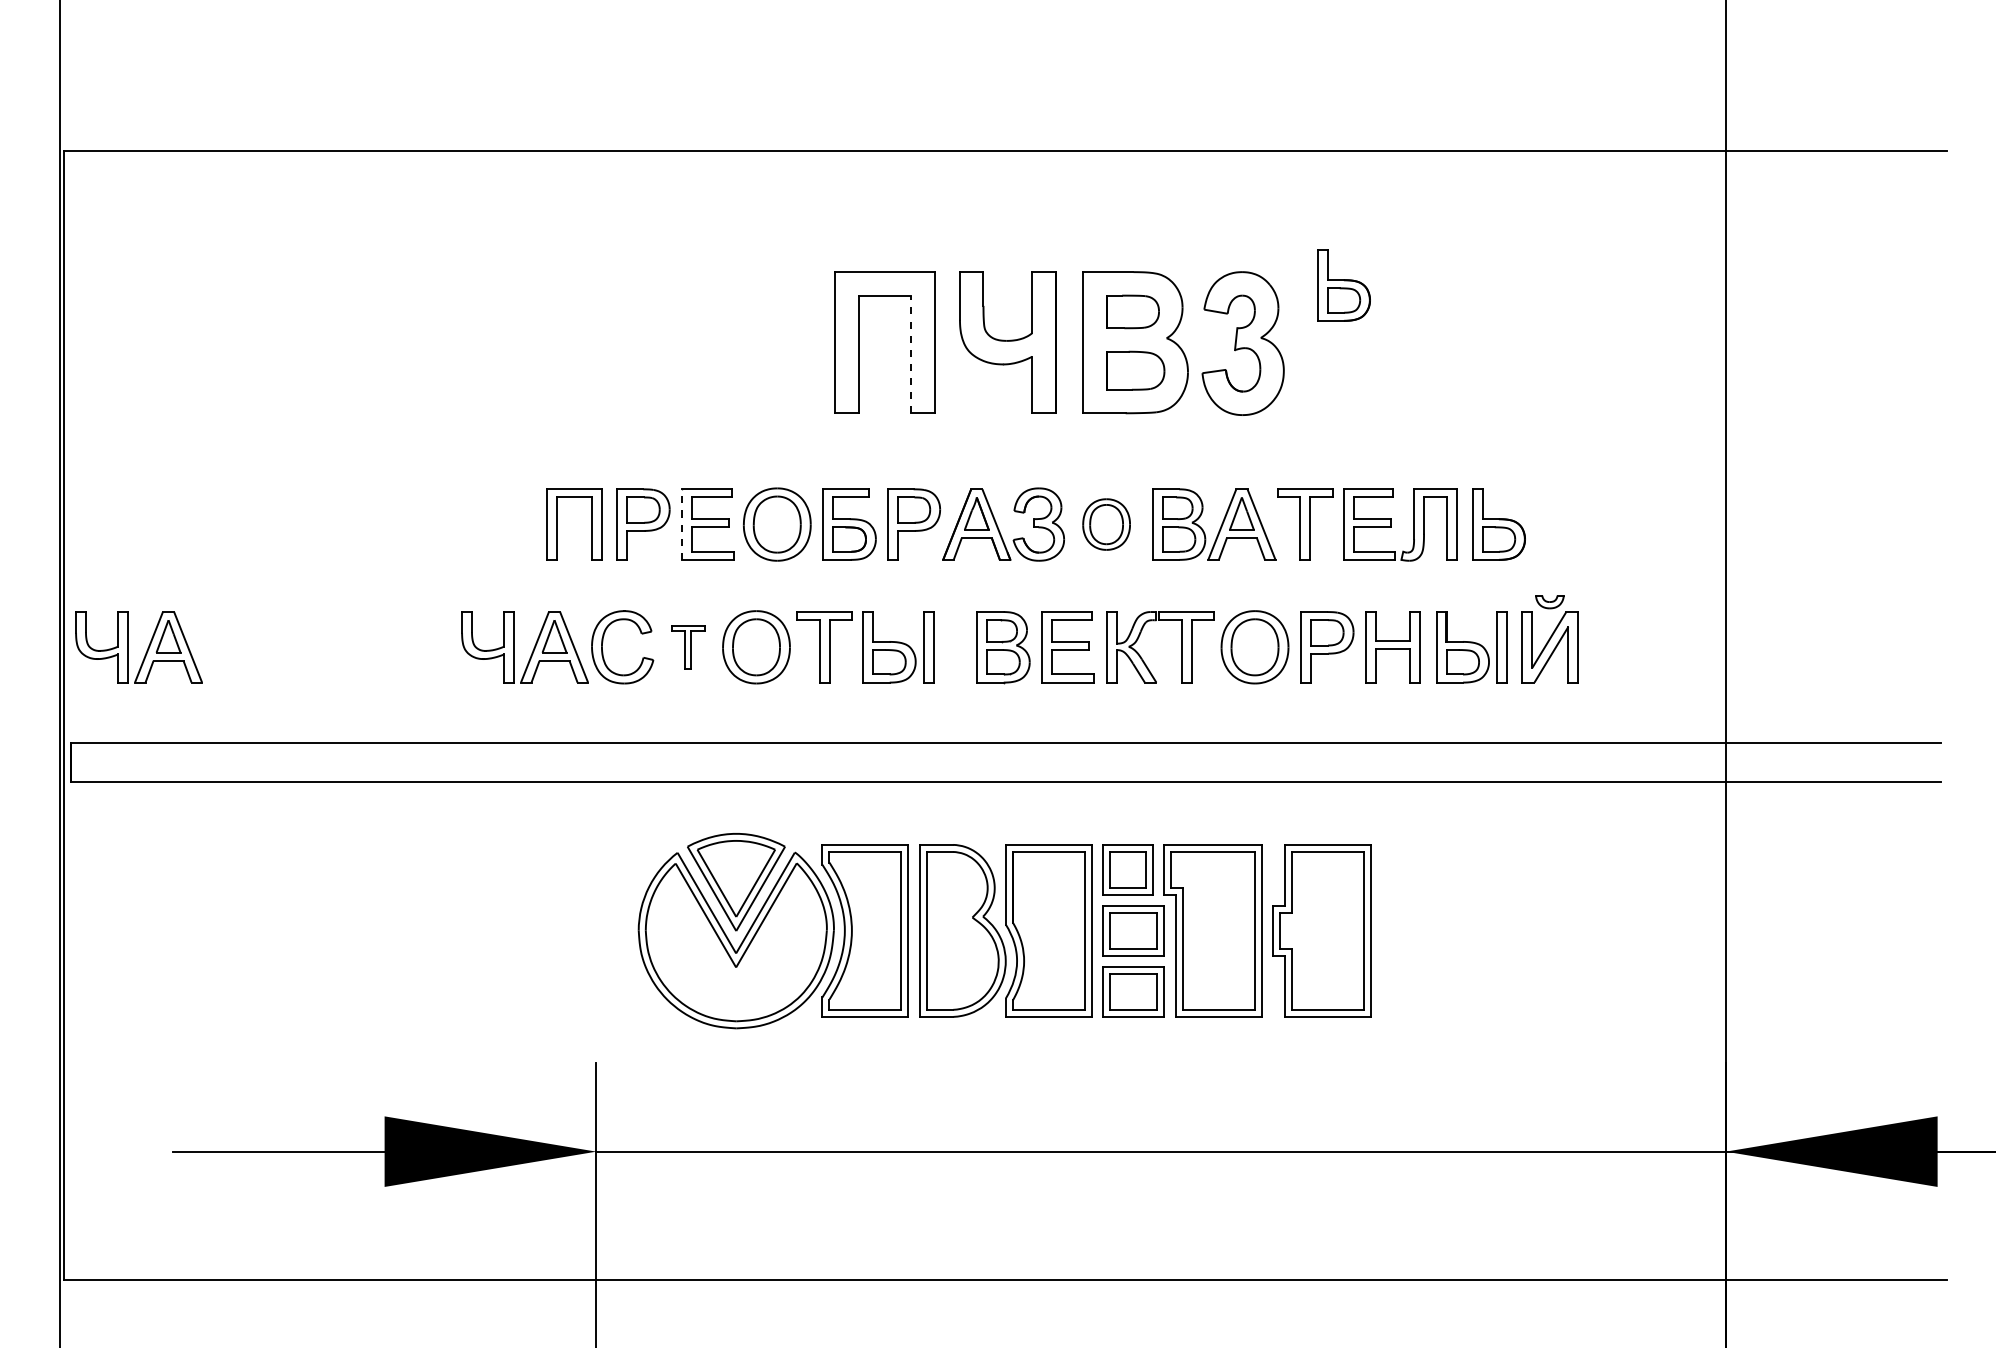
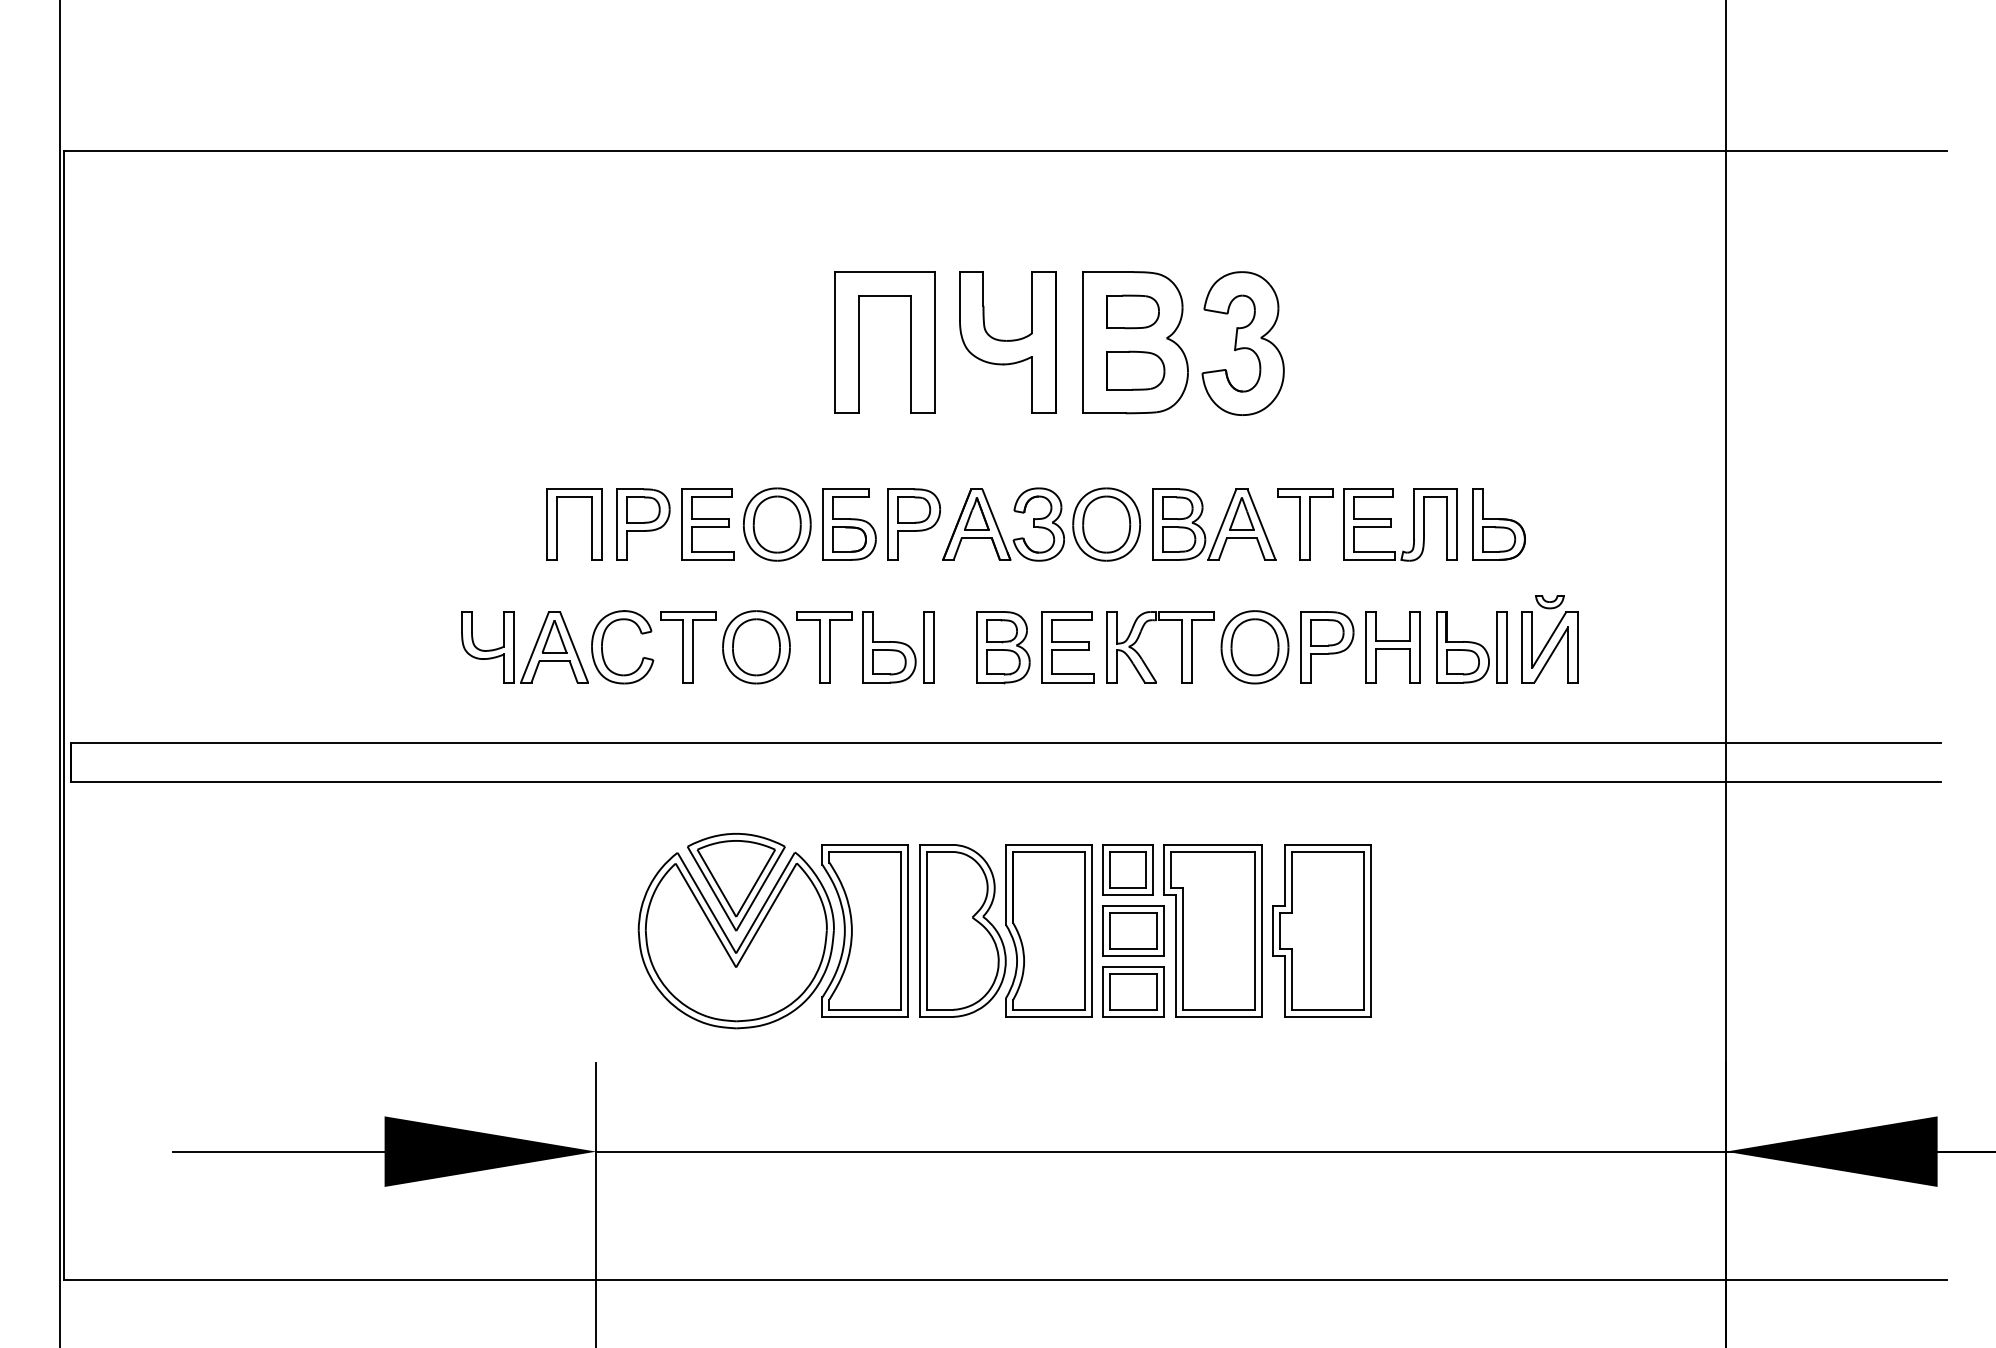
part at (1343, 285): present -> none
line at (911, 354): dashed -> solid
line at (682, 524): dashed -> solid
part at (1106, 524) size: 49x53 px -> 69x75 px
part at (688, 647) size: 35x45 px -> 57x73 px
part at (146, 650): present -> none
